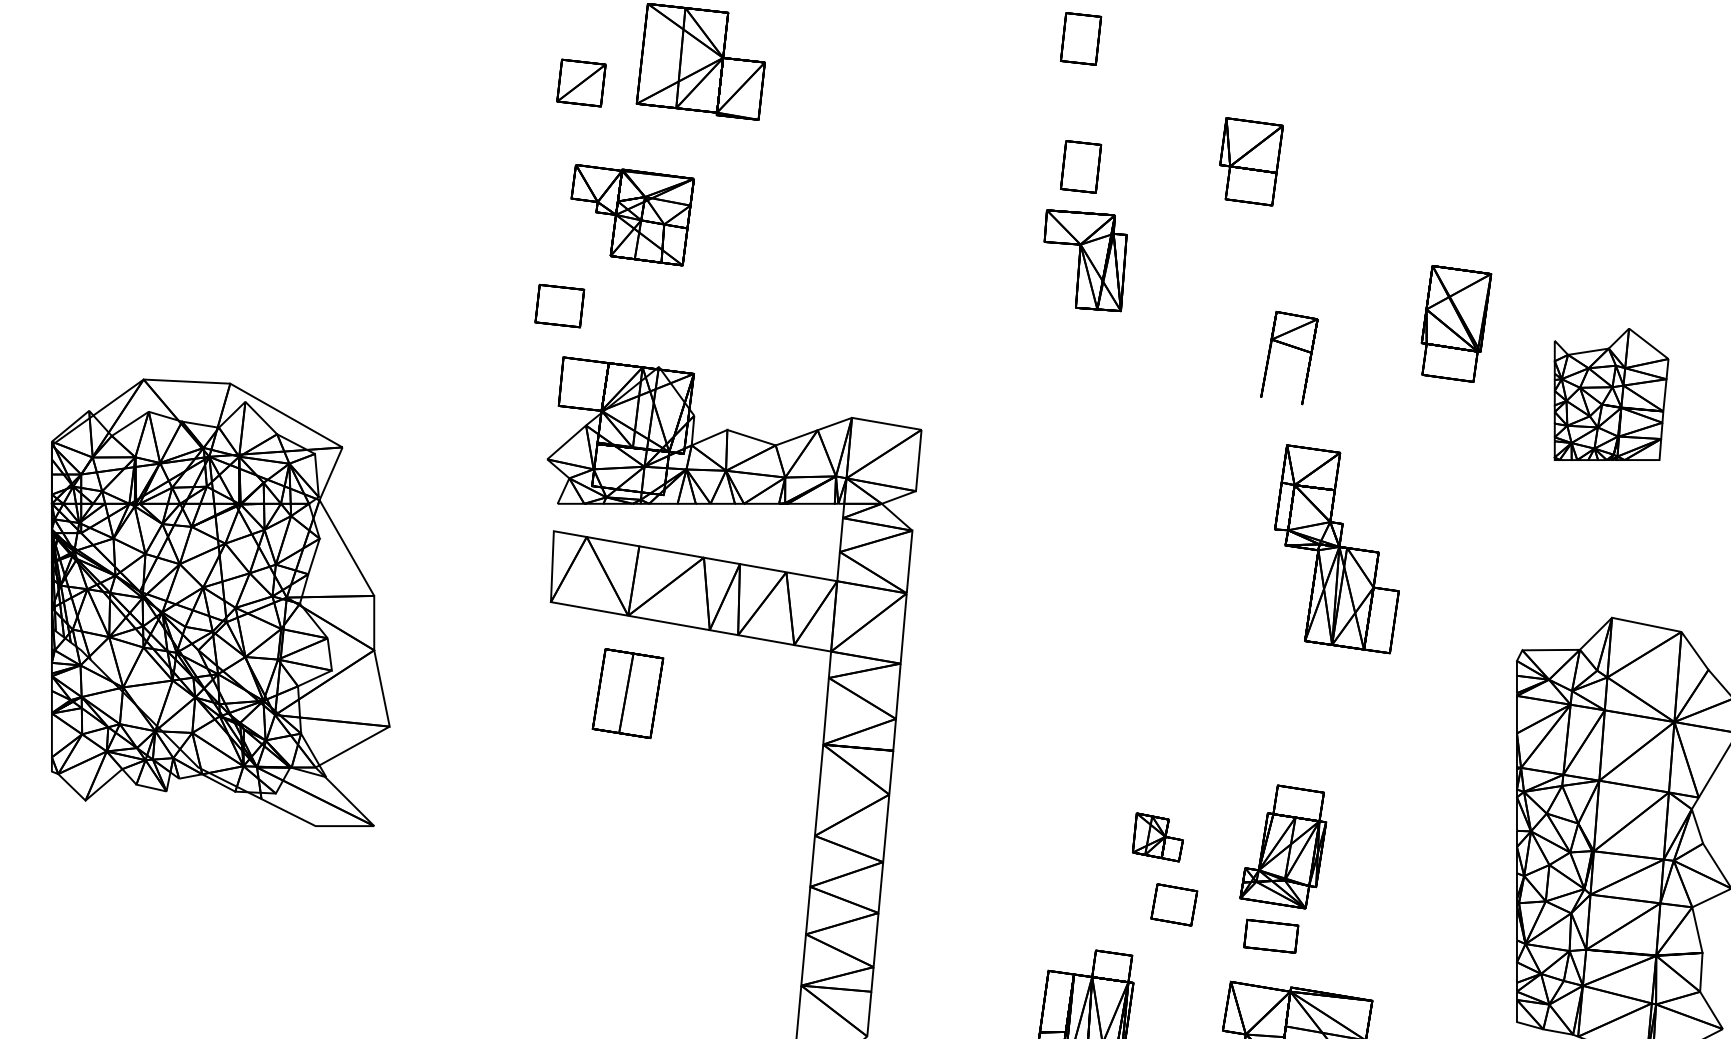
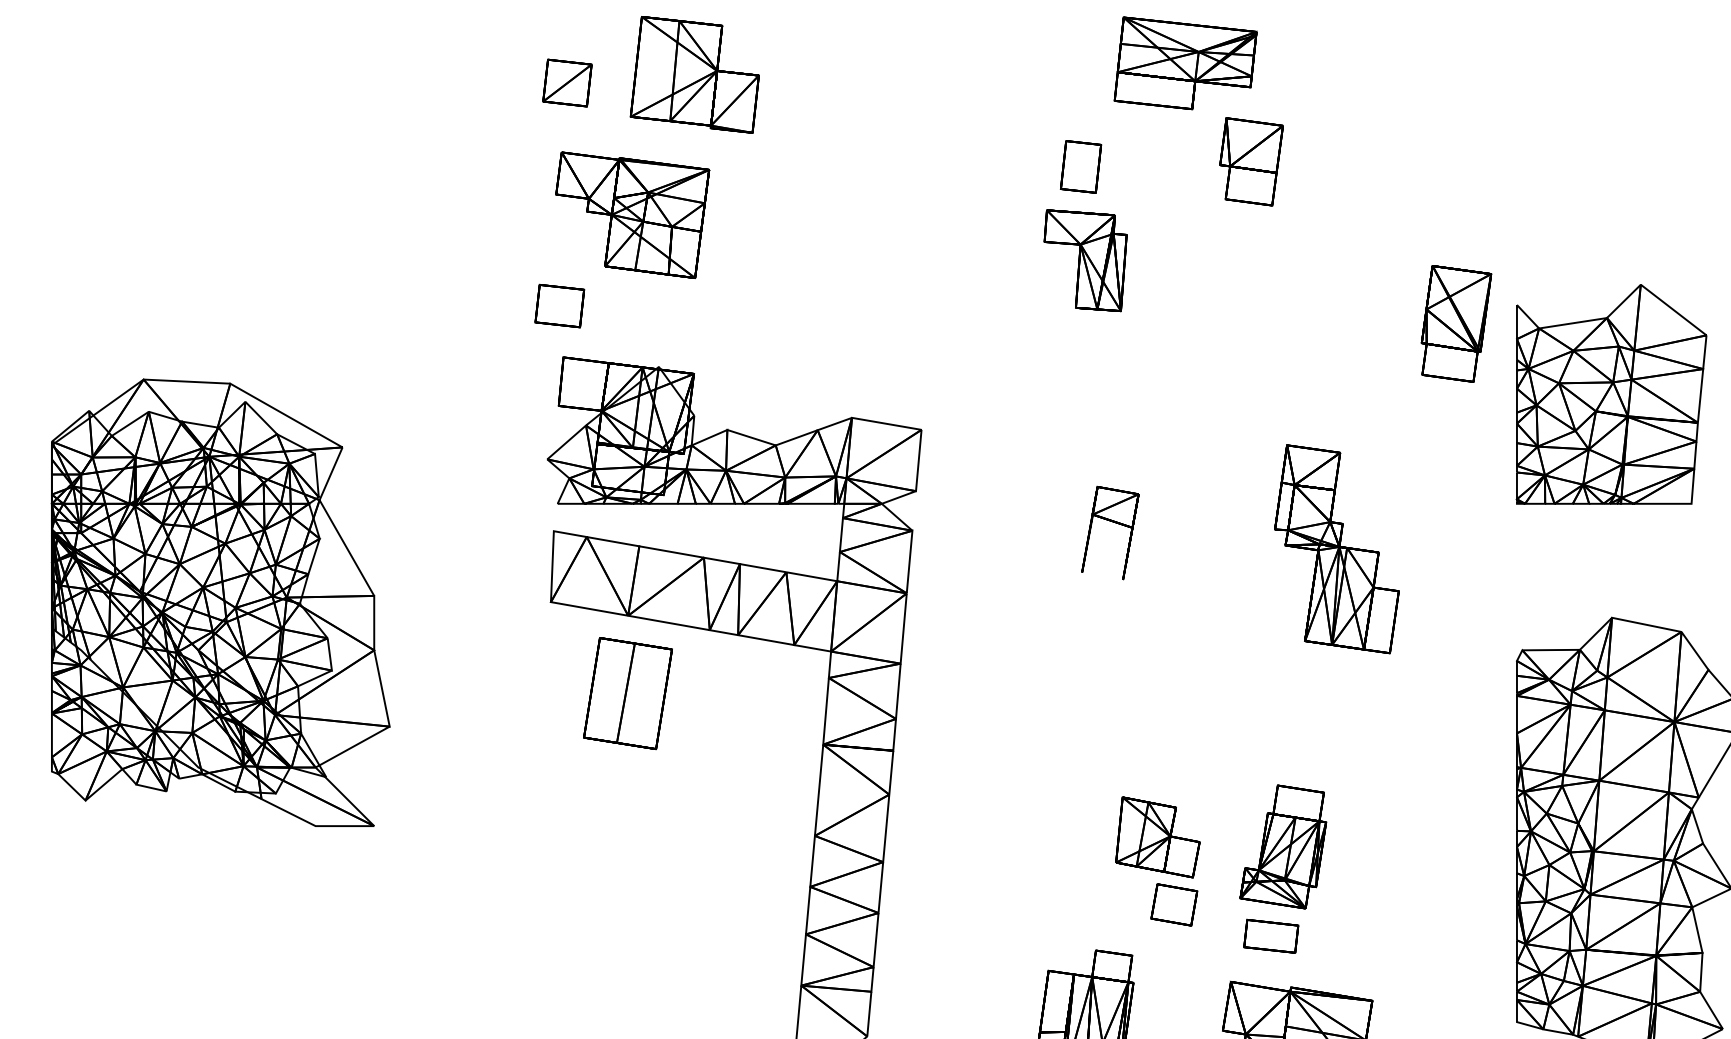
part at (1080, 38): present -> none
part at (700, 61) position: (700, 61) -> (694, 74)
part at (1185, 63): none -> present
part at (581, 82) position: (581, 82) -> (567, 82)
part at (632, 215) size: 125x103 px -> 156x128 px
part at (1291, 347) position: (1291, 347) -> (1112, 522)
part at (1611, 394) size: 117x133 px -> 193x221 px
part at (627, 693) size: 74x91 px -> 90x114 px
part at (1157, 837) size: 52x51 px -> 86x83 px
